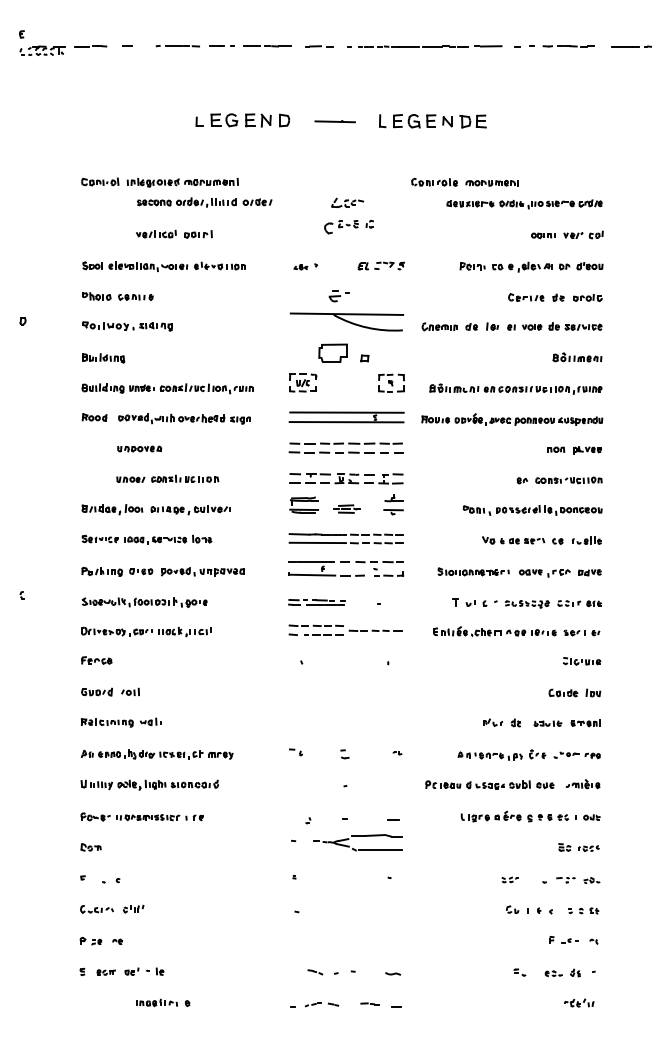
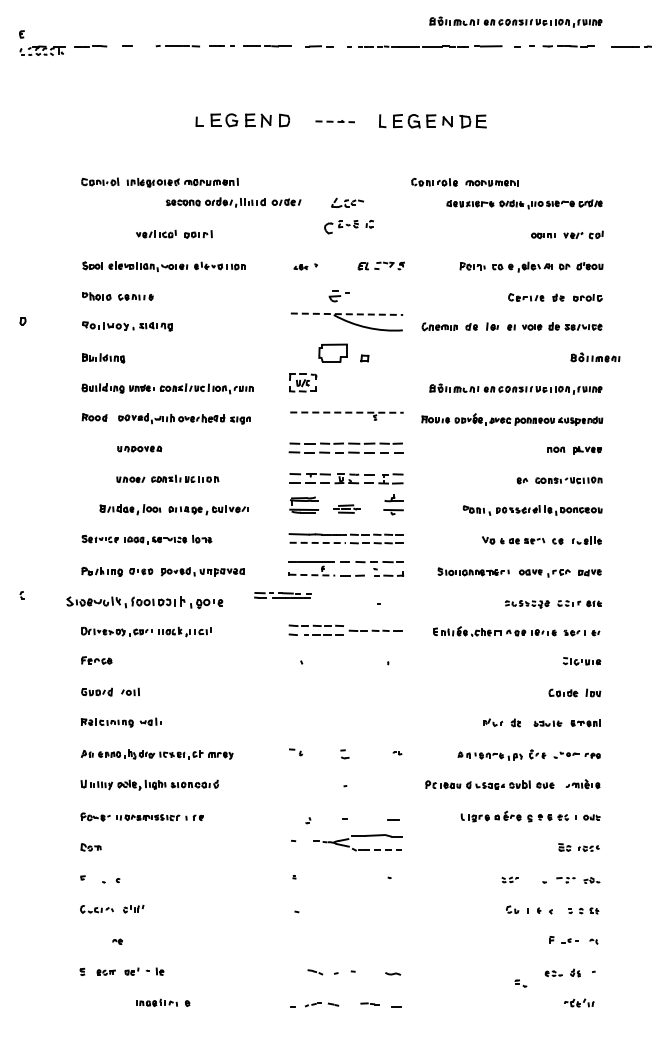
part at (515, 21): none -> present
line at (335, 121): solid -> dashed
part at (204, 202) position: (204, 202) -> (233, 202)
line at (347, 314): solid -> dashed
part at (577, 357) position: (577, 357) -> (595, 357)
part at (391, 382): present -> none
line at (346, 412): solid -> dashed
line at (346, 422): present -> none
part at (155, 509) position: (155, 509) -> (173, 509)
line at (318, 542): solid -> dashed
line at (312, 575): solid -> dashed
part at (144, 602) size: 127x11 px -> 158x13 px
part at (316, 602) position: (316, 602) -> (282, 595)
part at (474, 602): present -> none
line at (382, 850): solid -> dashed
part at (90, 941): present -> none
part at (519, 972) position: (519, 972) -> (520, 983)
